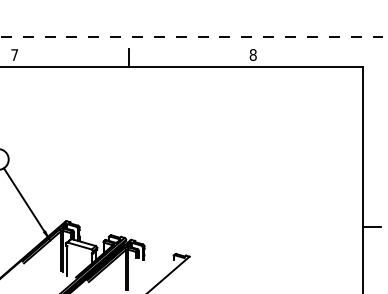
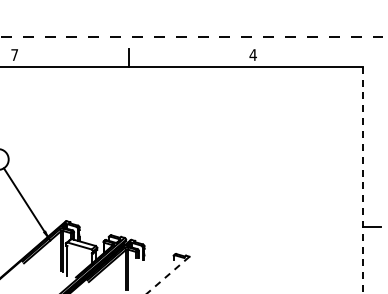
text at (252, 54): 8 -> 4
line at (363, 179): solid -> dashed
line at (167, 275): solid -> dashed
